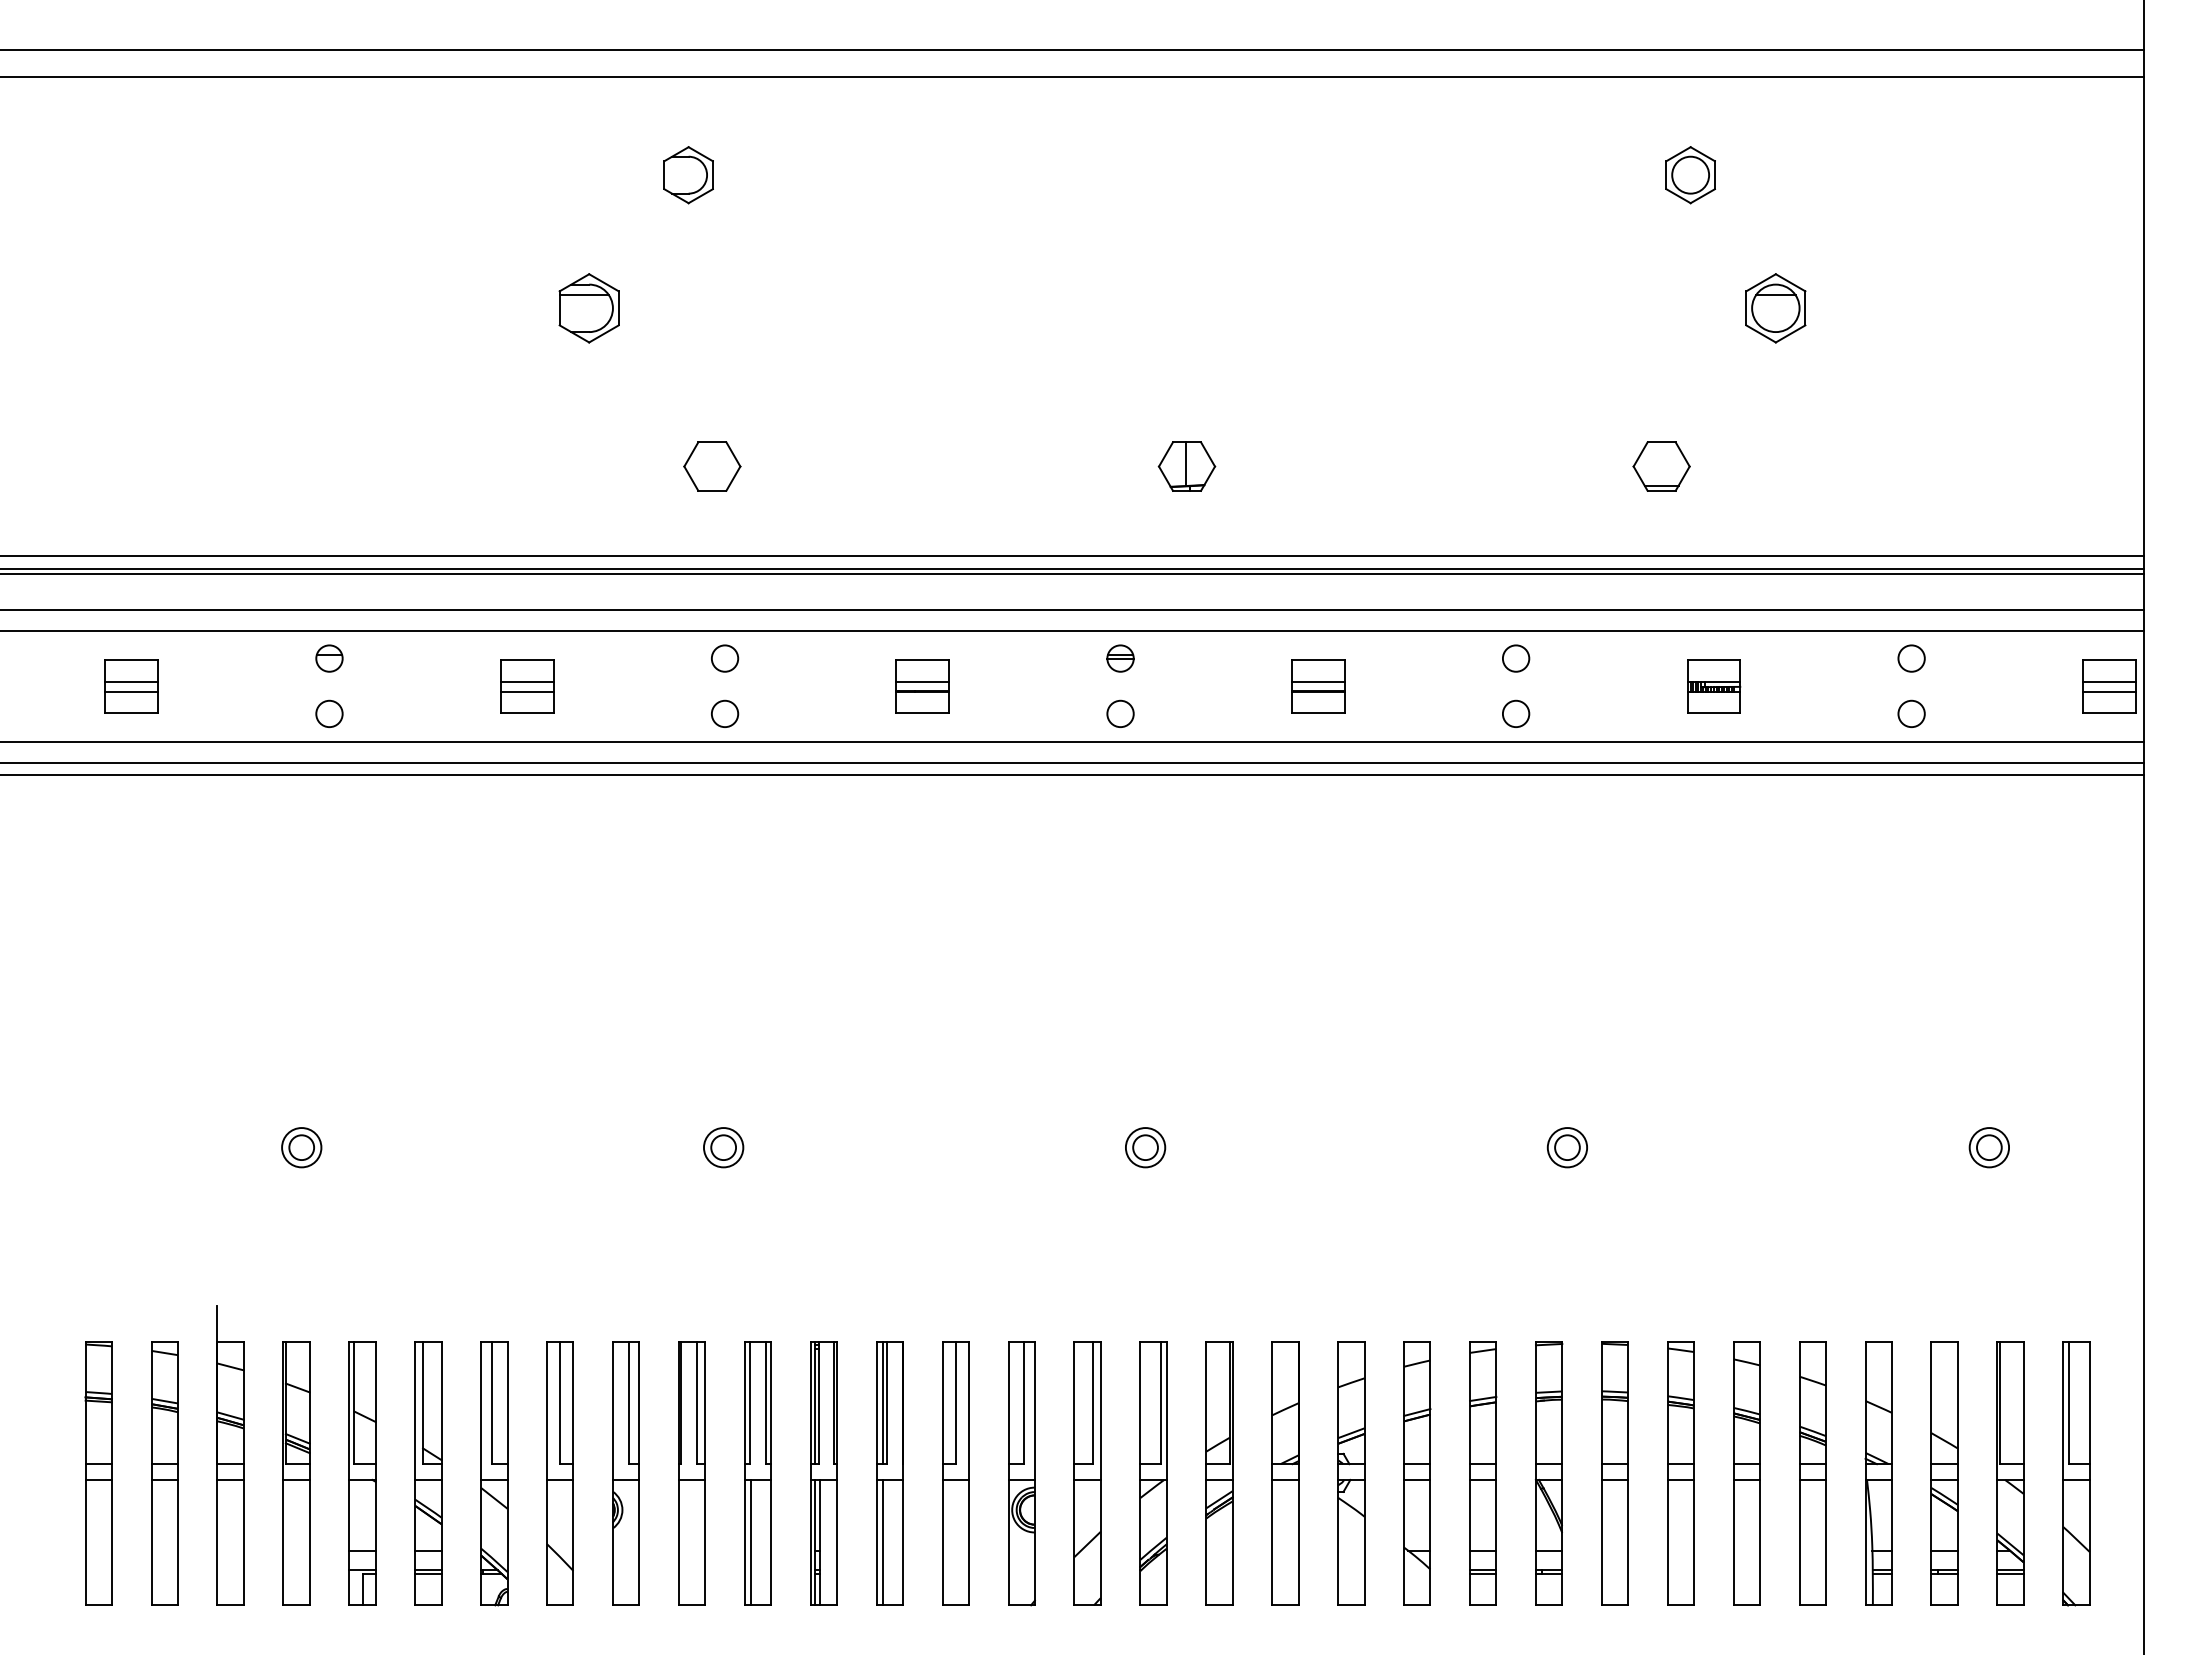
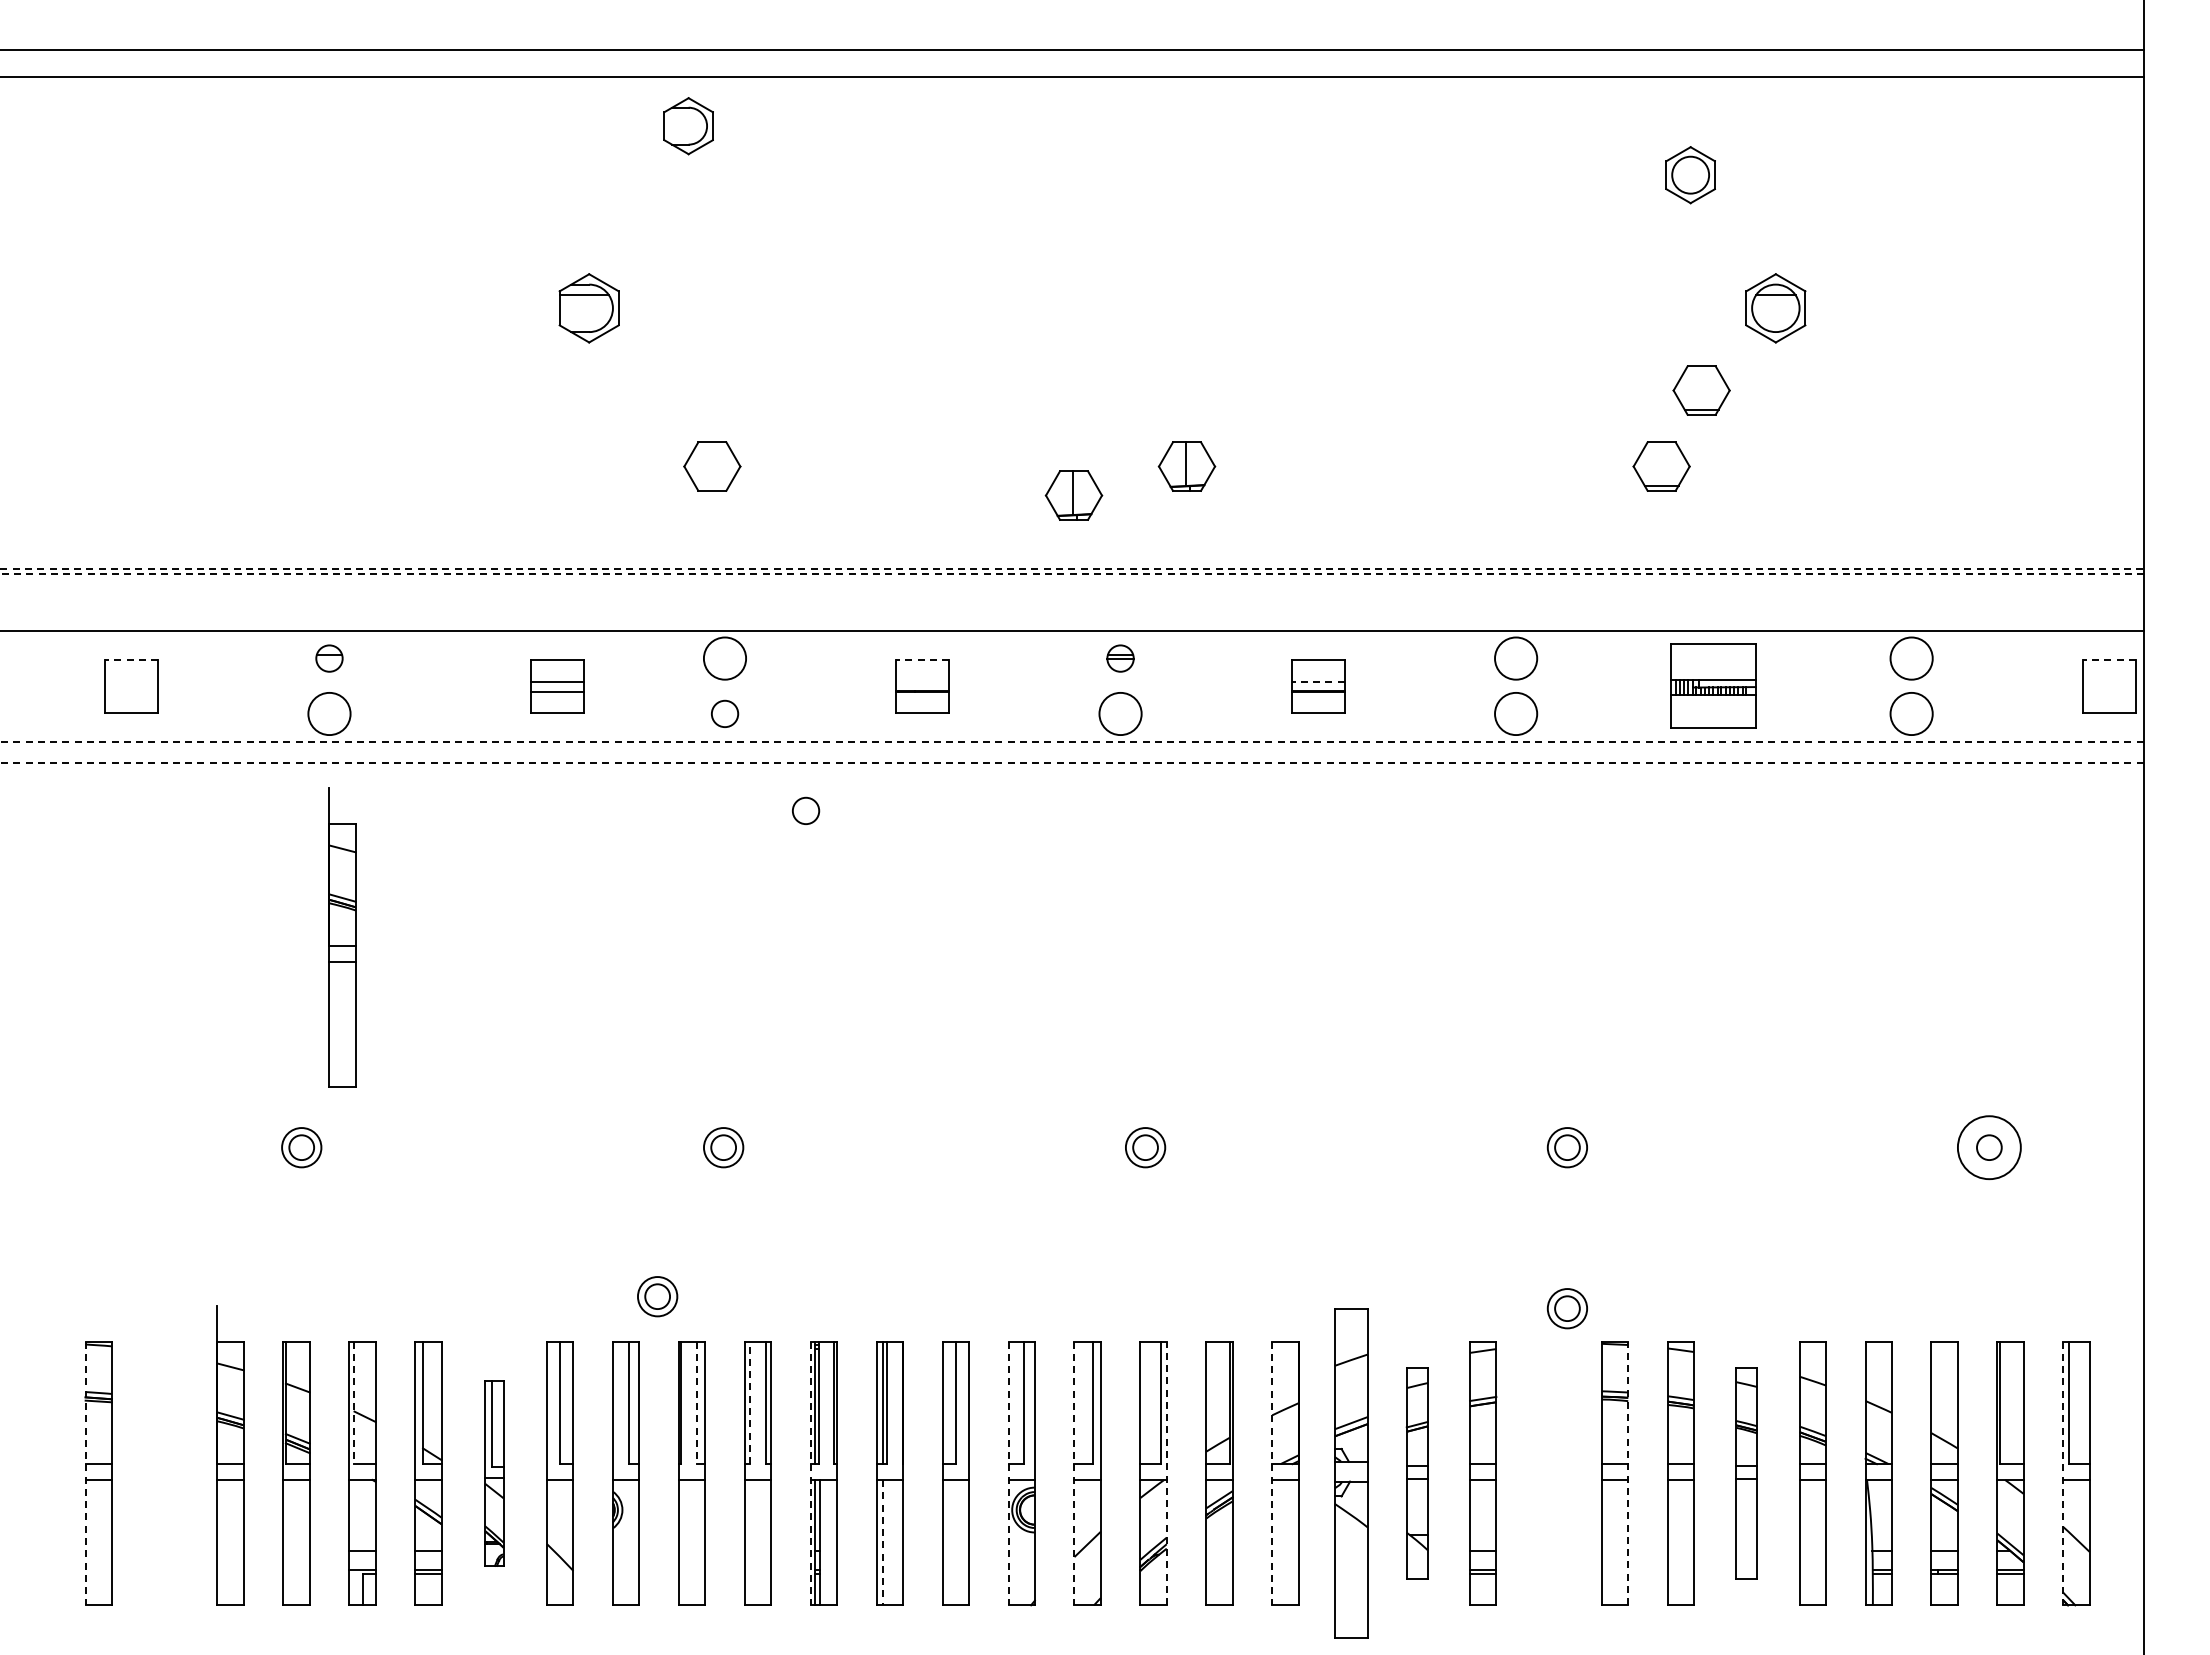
part at (688, 175) position: (688, 175) -> (688, 126)
part at (1701, 390): none -> present
part at (1073, 495): none -> present
line at (1072, 555): present -> none
line at (1071, 568): solid -> dashed
line at (1071, 574): solid -> dashed
line at (1072, 609): present -> none
circle at (724, 658) diameter: 26 px -> 42 px
circle at (1515, 658) diameter: 26 px -> 42 px
circle at (1911, 658) diameter: 26 px -> 42 px
line at (131, 659): solid -> dashed
line at (922, 659): solid -> dashed
line at (2108, 659): solid -> dashed
line at (131, 682): present -> none
line at (922, 682): present -> none
line at (1317, 682): solid -> dashed
line at (2109, 682): present -> none
part at (527, 686) position: (527, 686) -> (557, 686)
part at (1714, 686) size: 55x55 px -> 87x86 px
line at (131, 691): present -> none
line at (2109, 691): present -> none
circle at (329, 713) diameter: 26 px -> 42 px
circle at (1120, 713) diameter: 26 px -> 42 px
circle at (1515, 713) diameter: 26 px -> 42 px
circle at (1911, 713) diameter: 26 px -> 42 px
line at (1071, 741): solid -> dashed
line at (1071, 762): solid -> dashed
line at (1072, 774): present -> none
circle at (806, 810): none -> present
part at (342, 937): none -> present
circle at (1989, 1147) diameter: 39 px -> 63 px
part at (657, 1296): none -> present
part at (1566, 1308): none -> present
line at (750, 1402): solid -> dashed
line at (354, 1403): solid -> dashed
line at (697, 1403): solid -> dashed
line at (85, 1473): solid -> dashed
part at (164, 1473): present -> none
part at (494, 1473) size: 29x266 px -> 21x187 px
line at (810, 1473): solid -> dashed
line at (1008, 1473): solid -> dashed
line at (1074, 1473): solid -> dashed
line at (1166, 1473): solid -> dashed
line at (1272, 1473): solid -> dashed
part at (1351, 1473) size: 29x265 px -> 35x331 px
part at (1417, 1473) size: 29x265 px -> 24x213 px
part at (1548, 1473): present -> none
line at (1628, 1473): solid -> dashed
part at (1746, 1473) size: 28x265 px -> 23x213 px
line at (2063, 1473): solid -> dashed
line at (751, 1542): present -> none
line at (883, 1542): solid -> dashed
